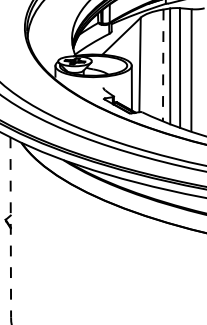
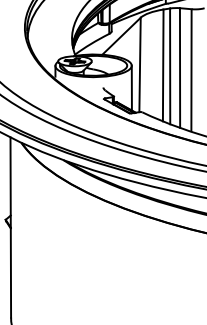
line at (163, 65): dashed -> solid
line at (10, 227): dashed -> solid
